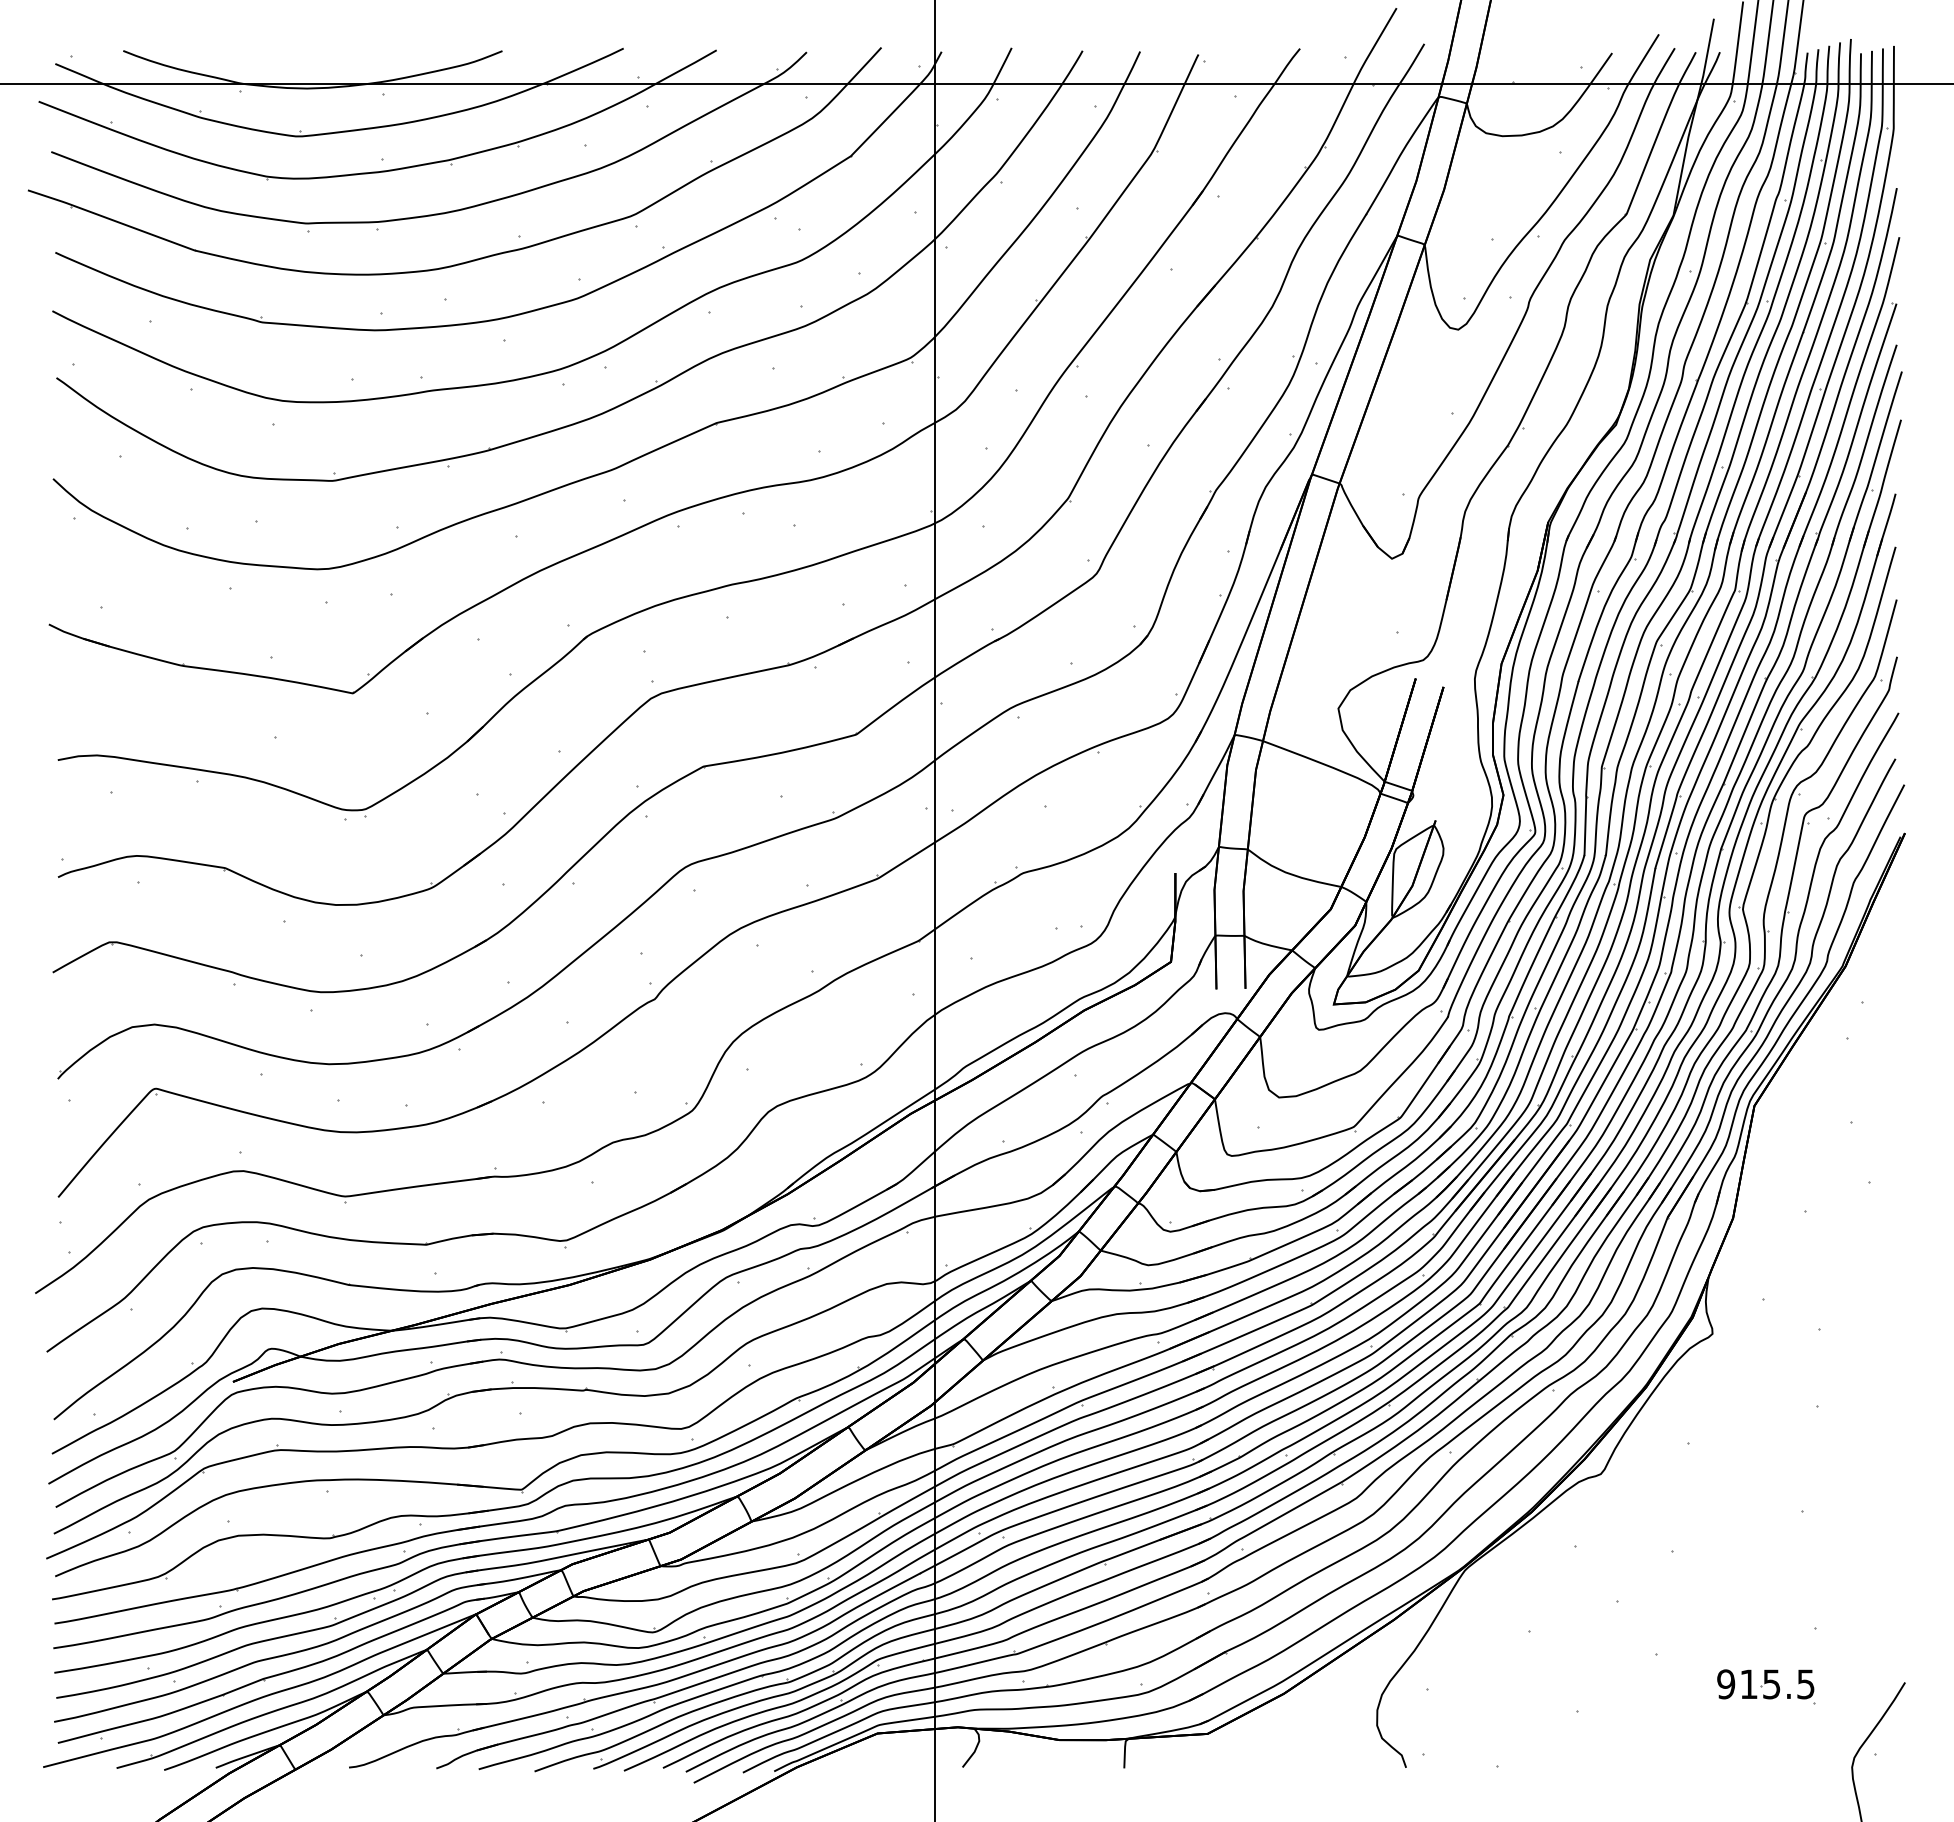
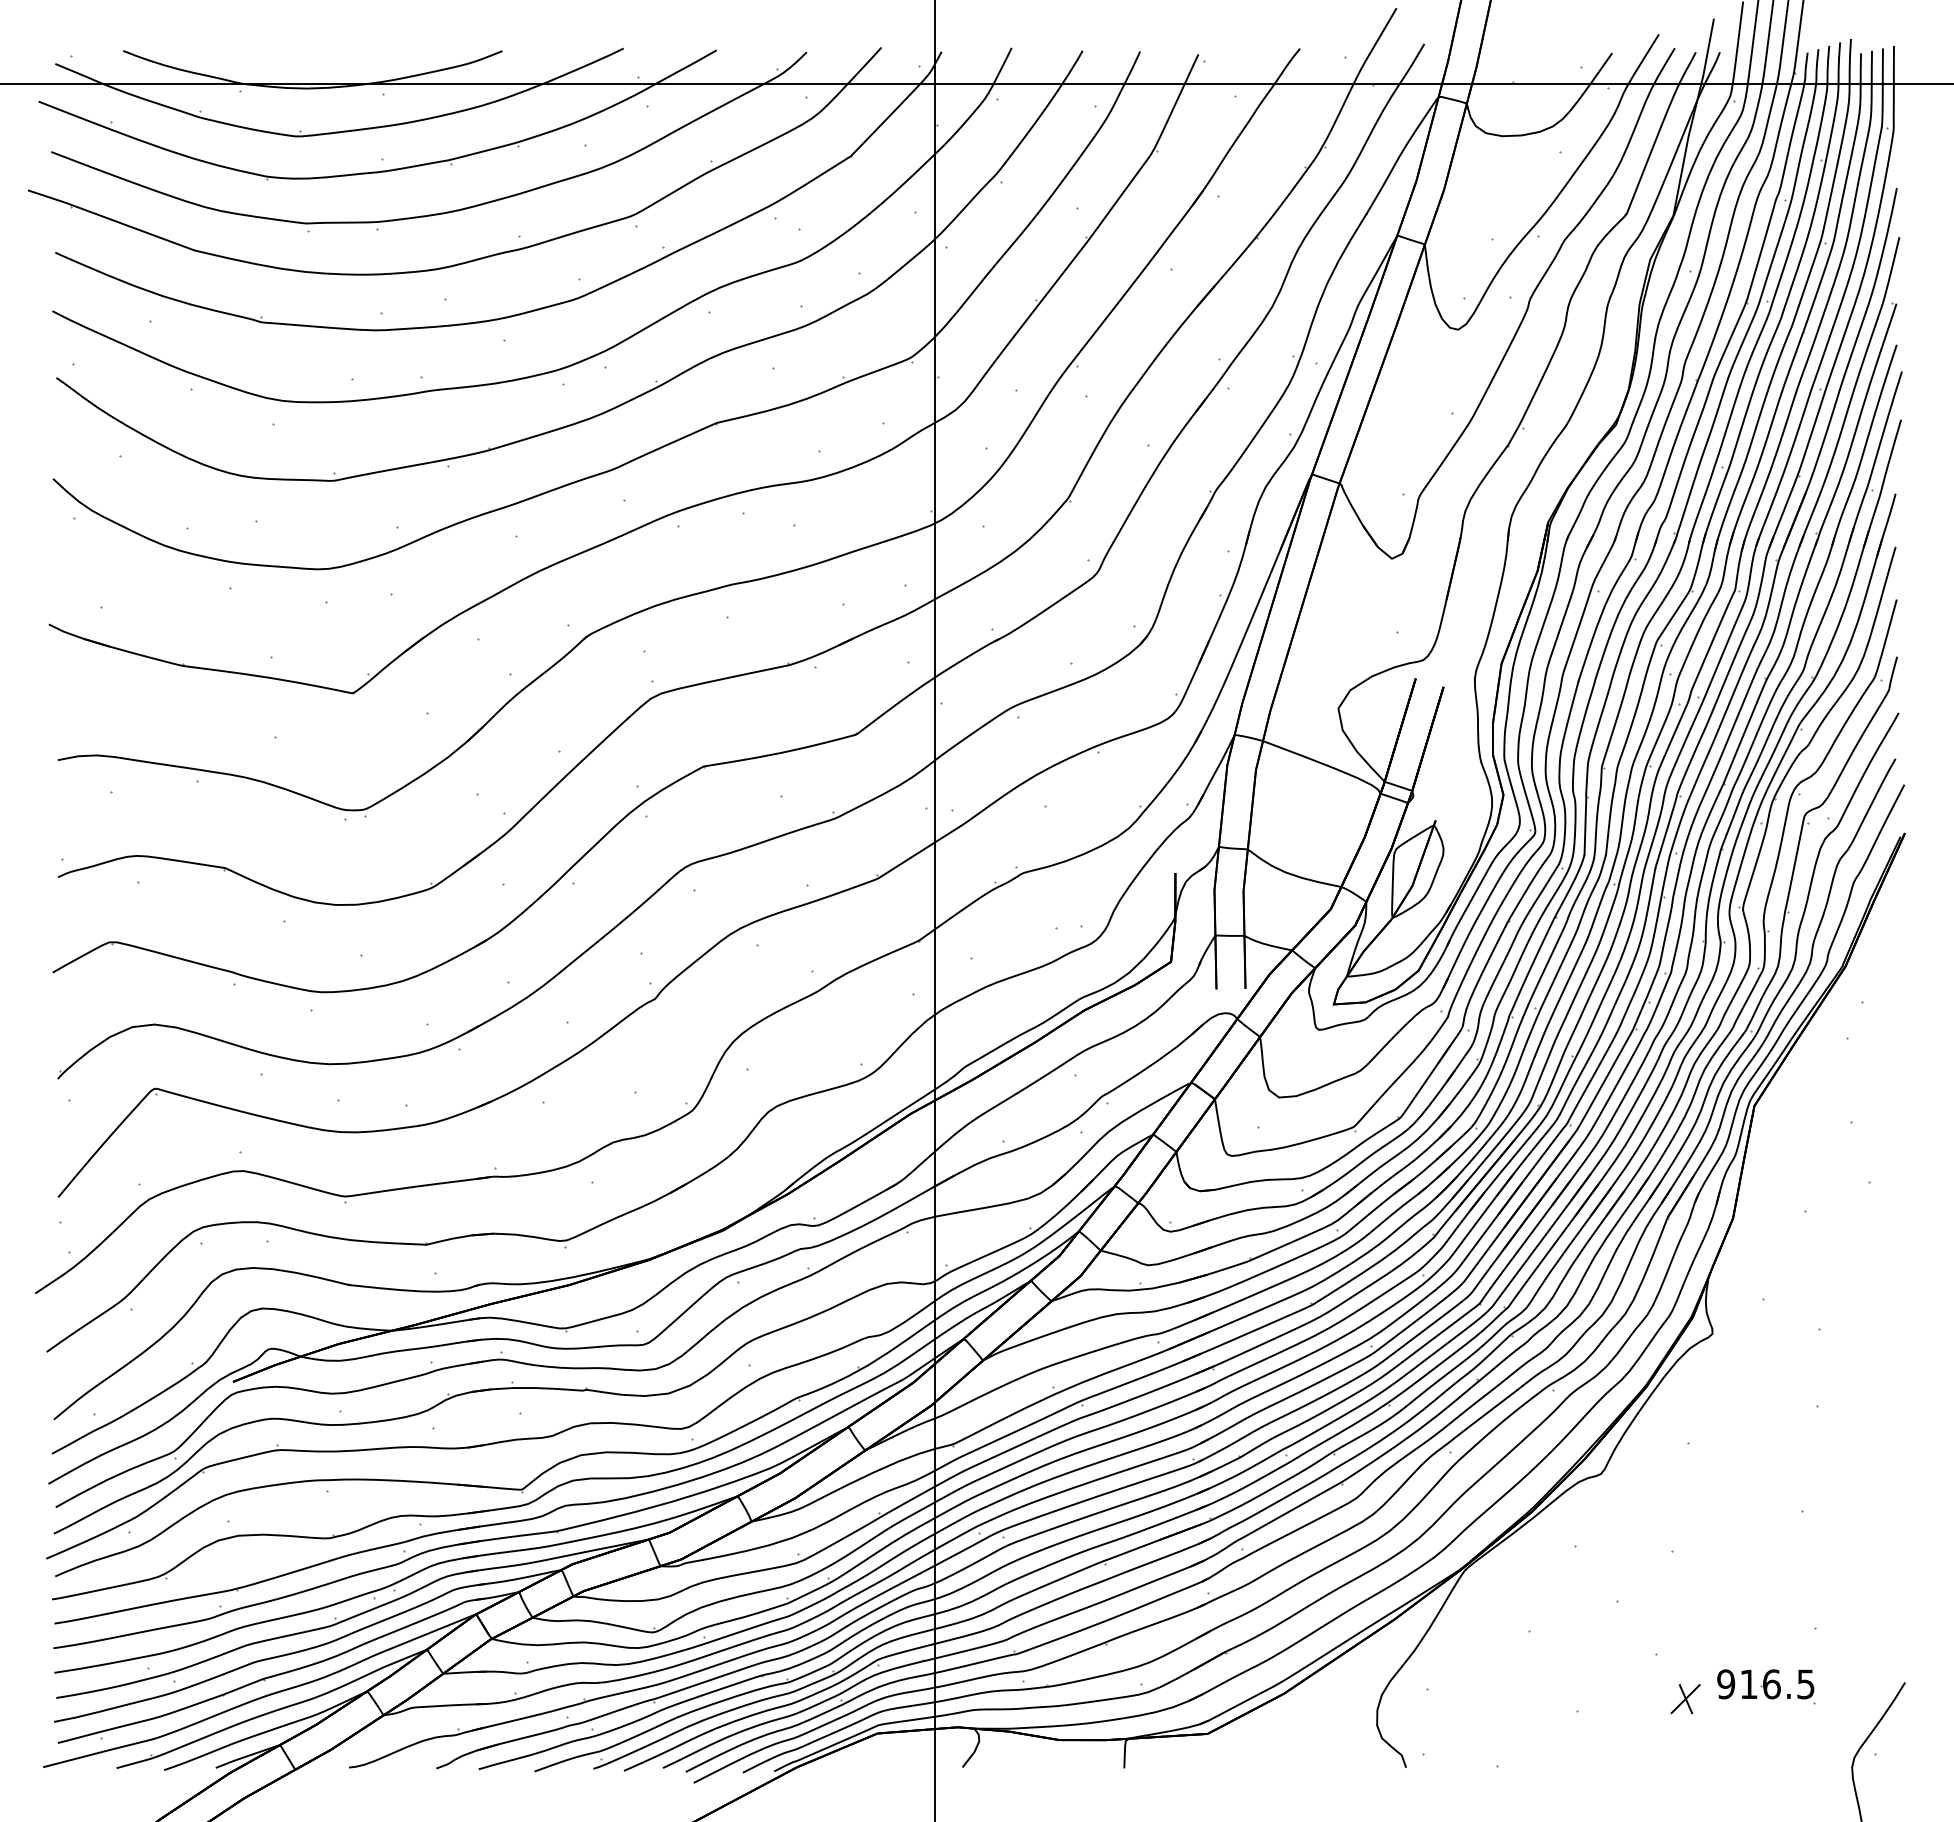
text at (1771, 1684): 915.5 -> 916.5
part at (1685, 1699): none -> present
